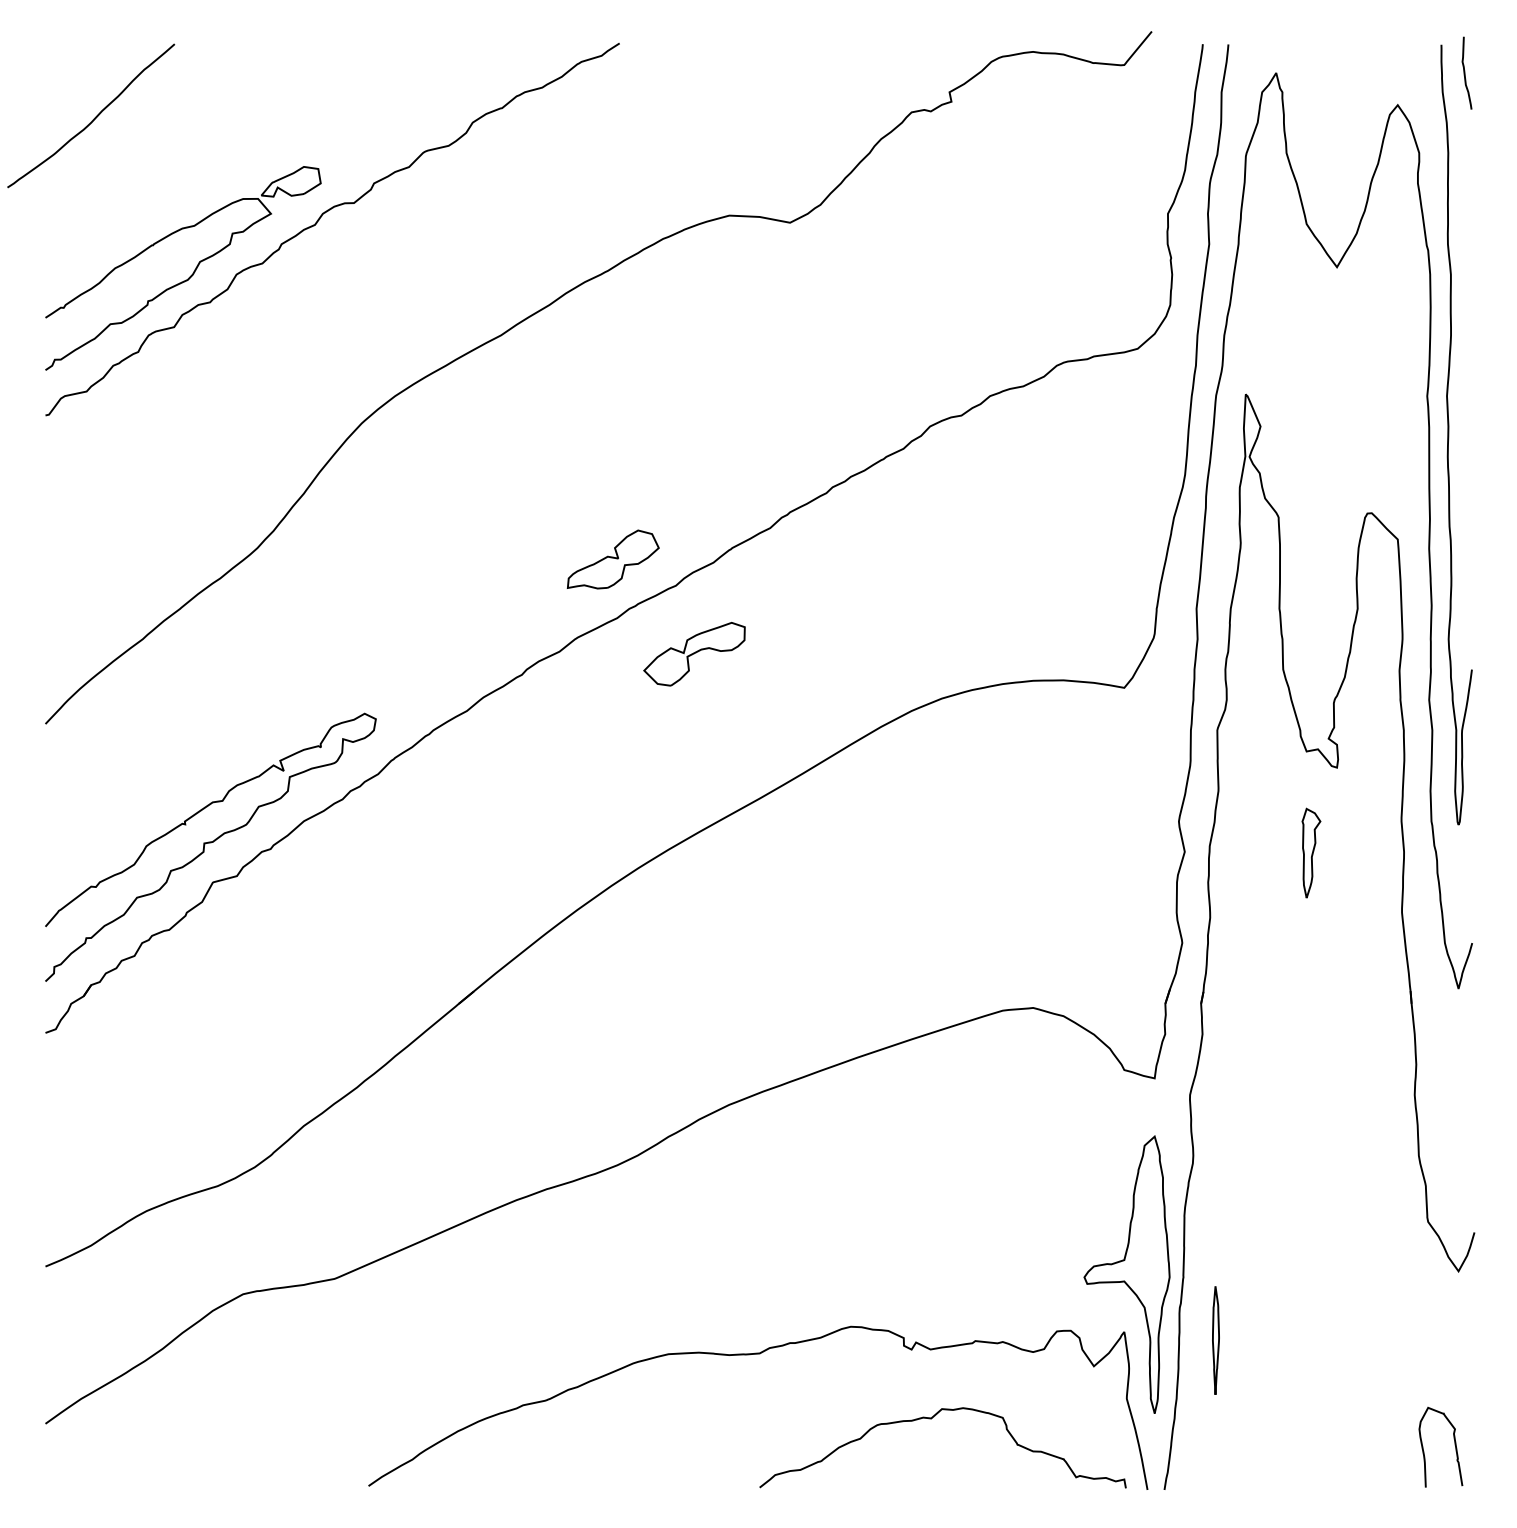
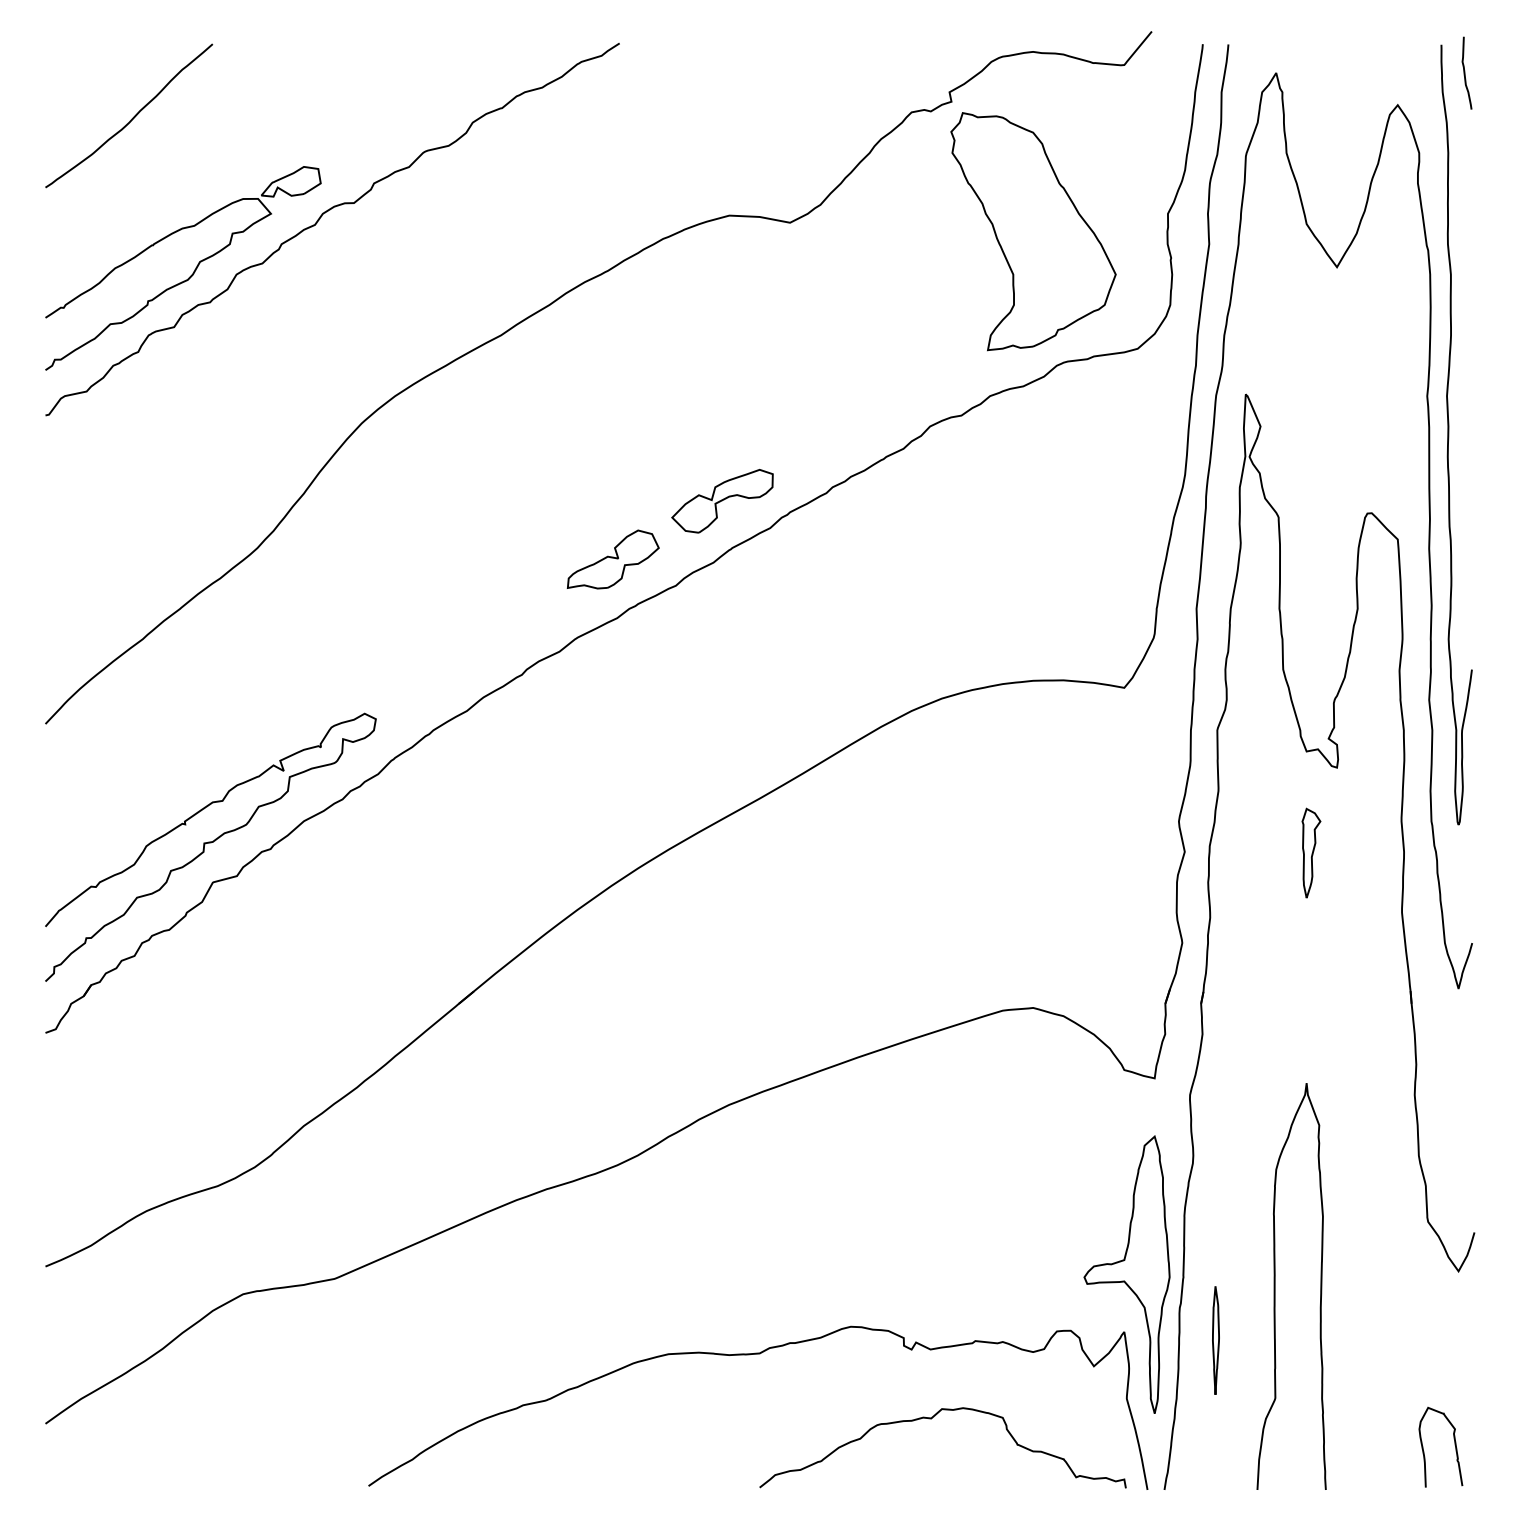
curve at (94, 117) position: (94, 117) -> (132, 117)
part at (1033, 231): none -> present
part at (694, 654) position: (694, 654) -> (722, 501)
curve at (1275, 1286): none -> present
